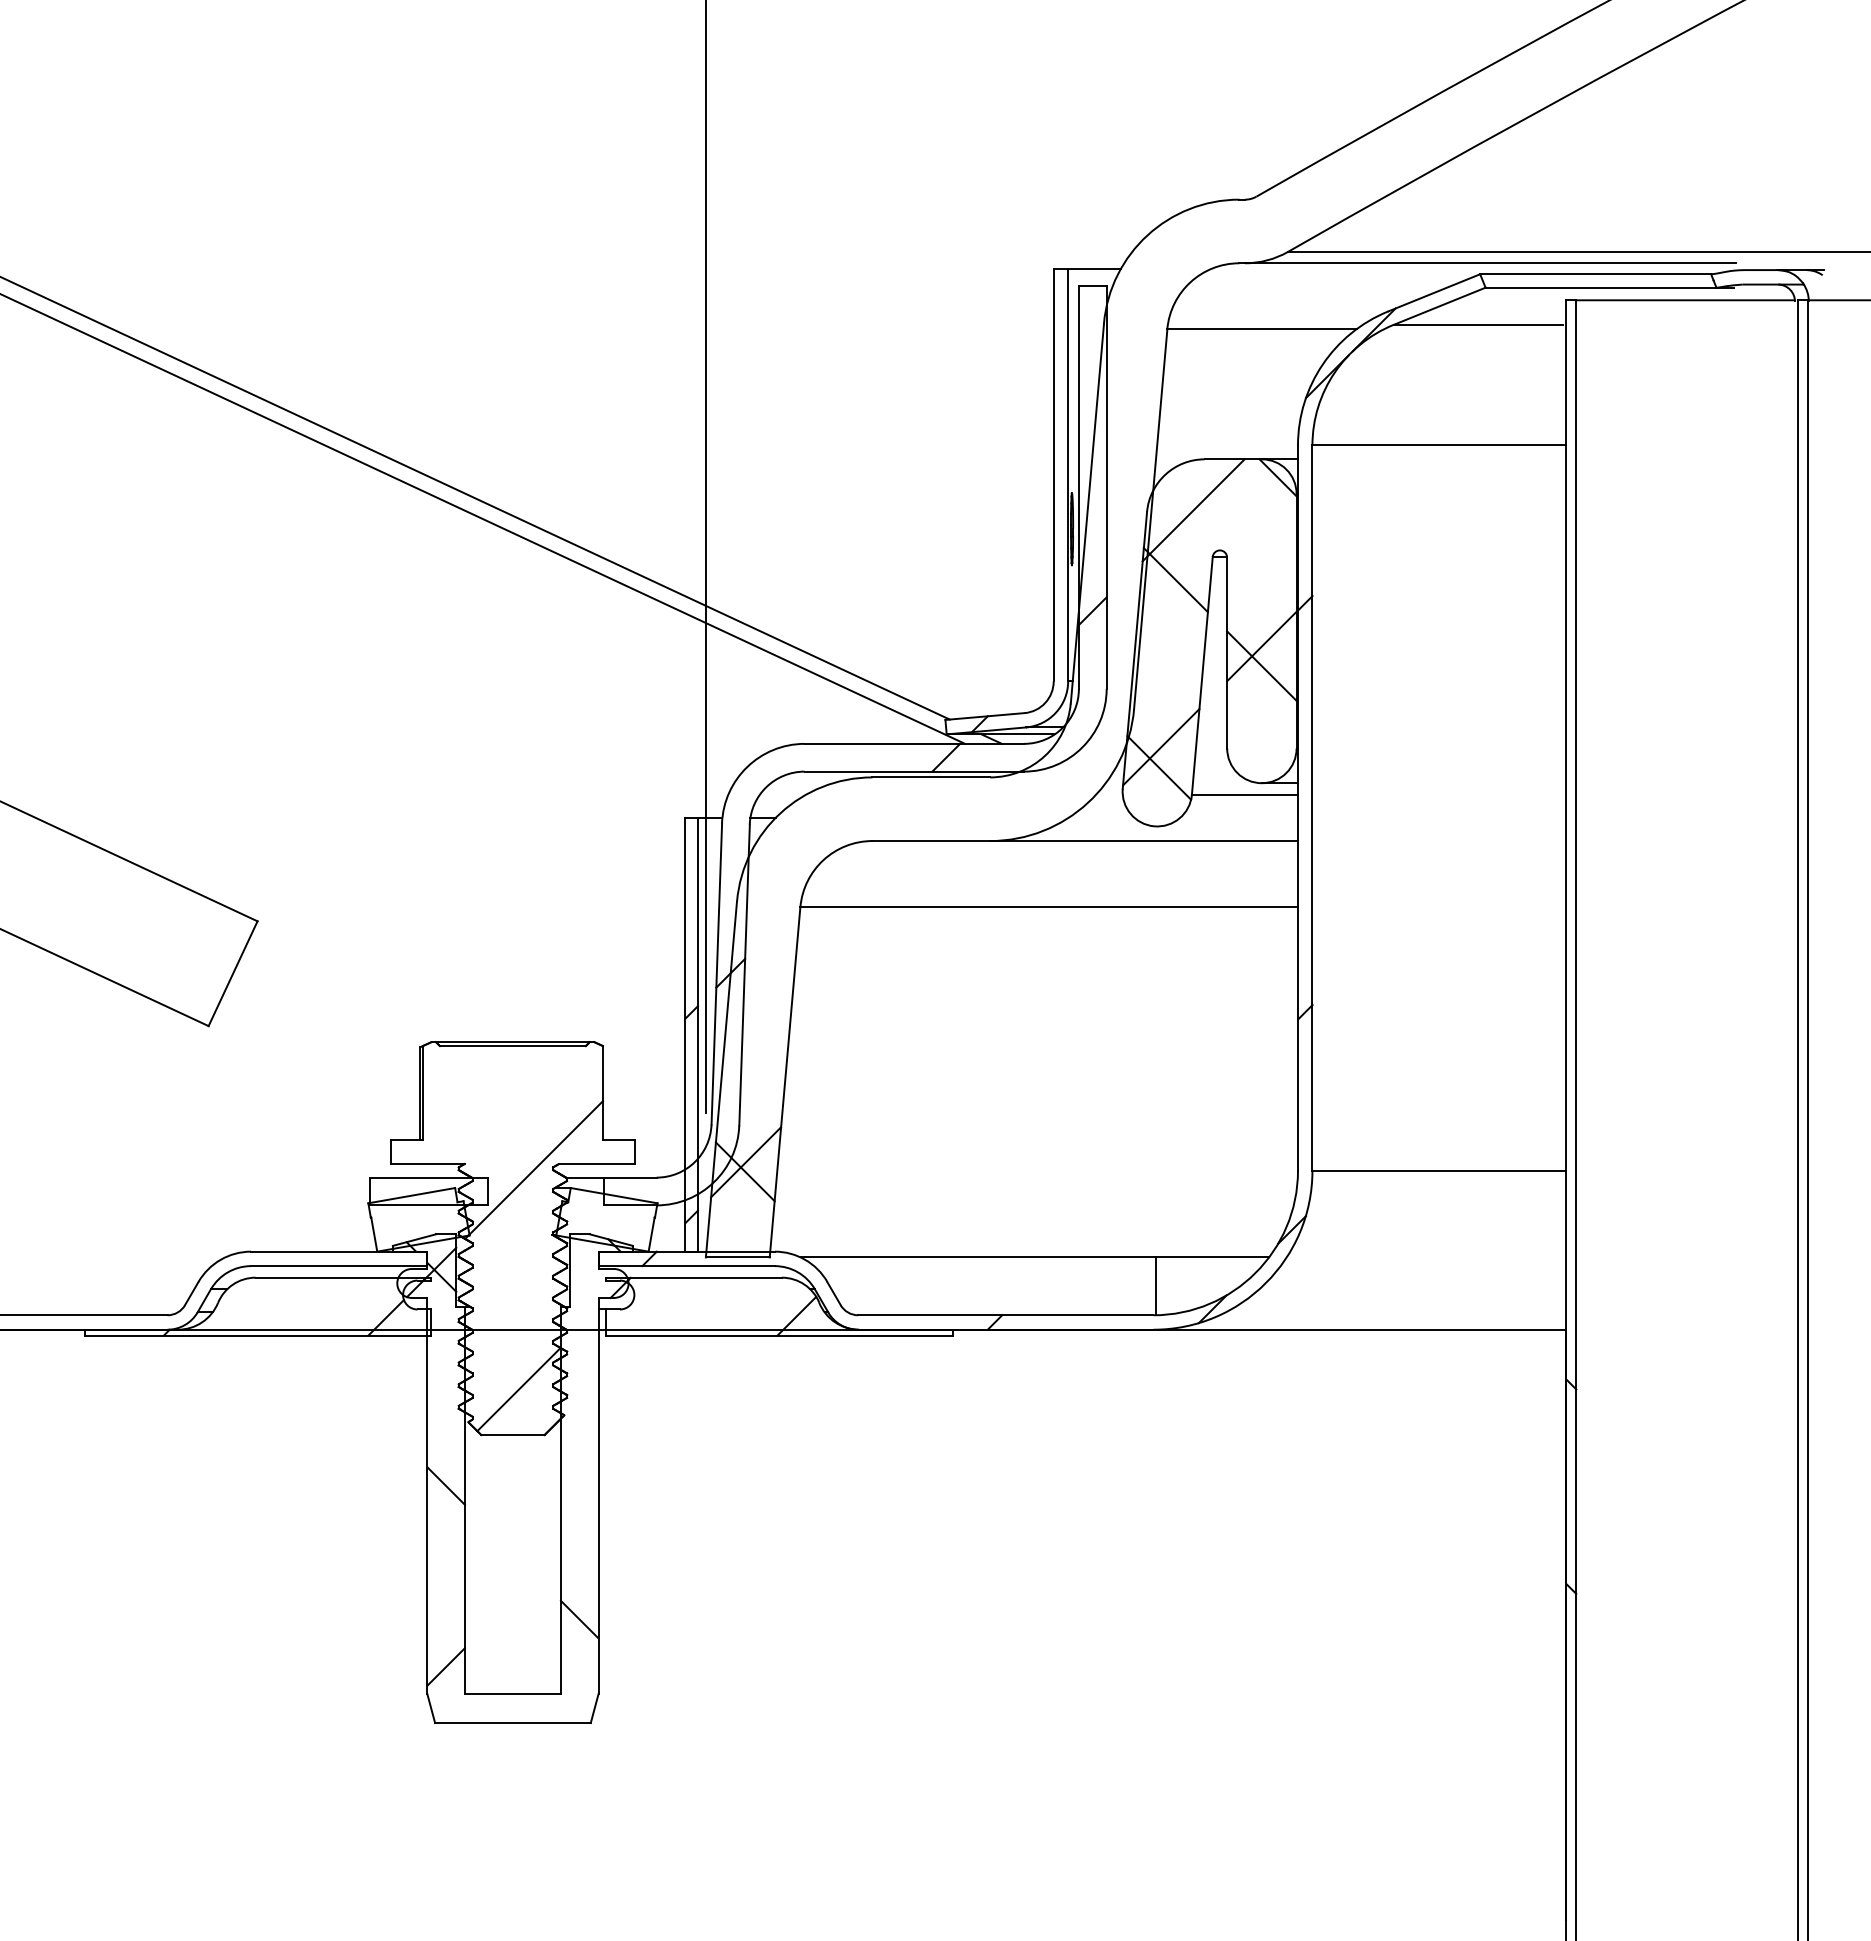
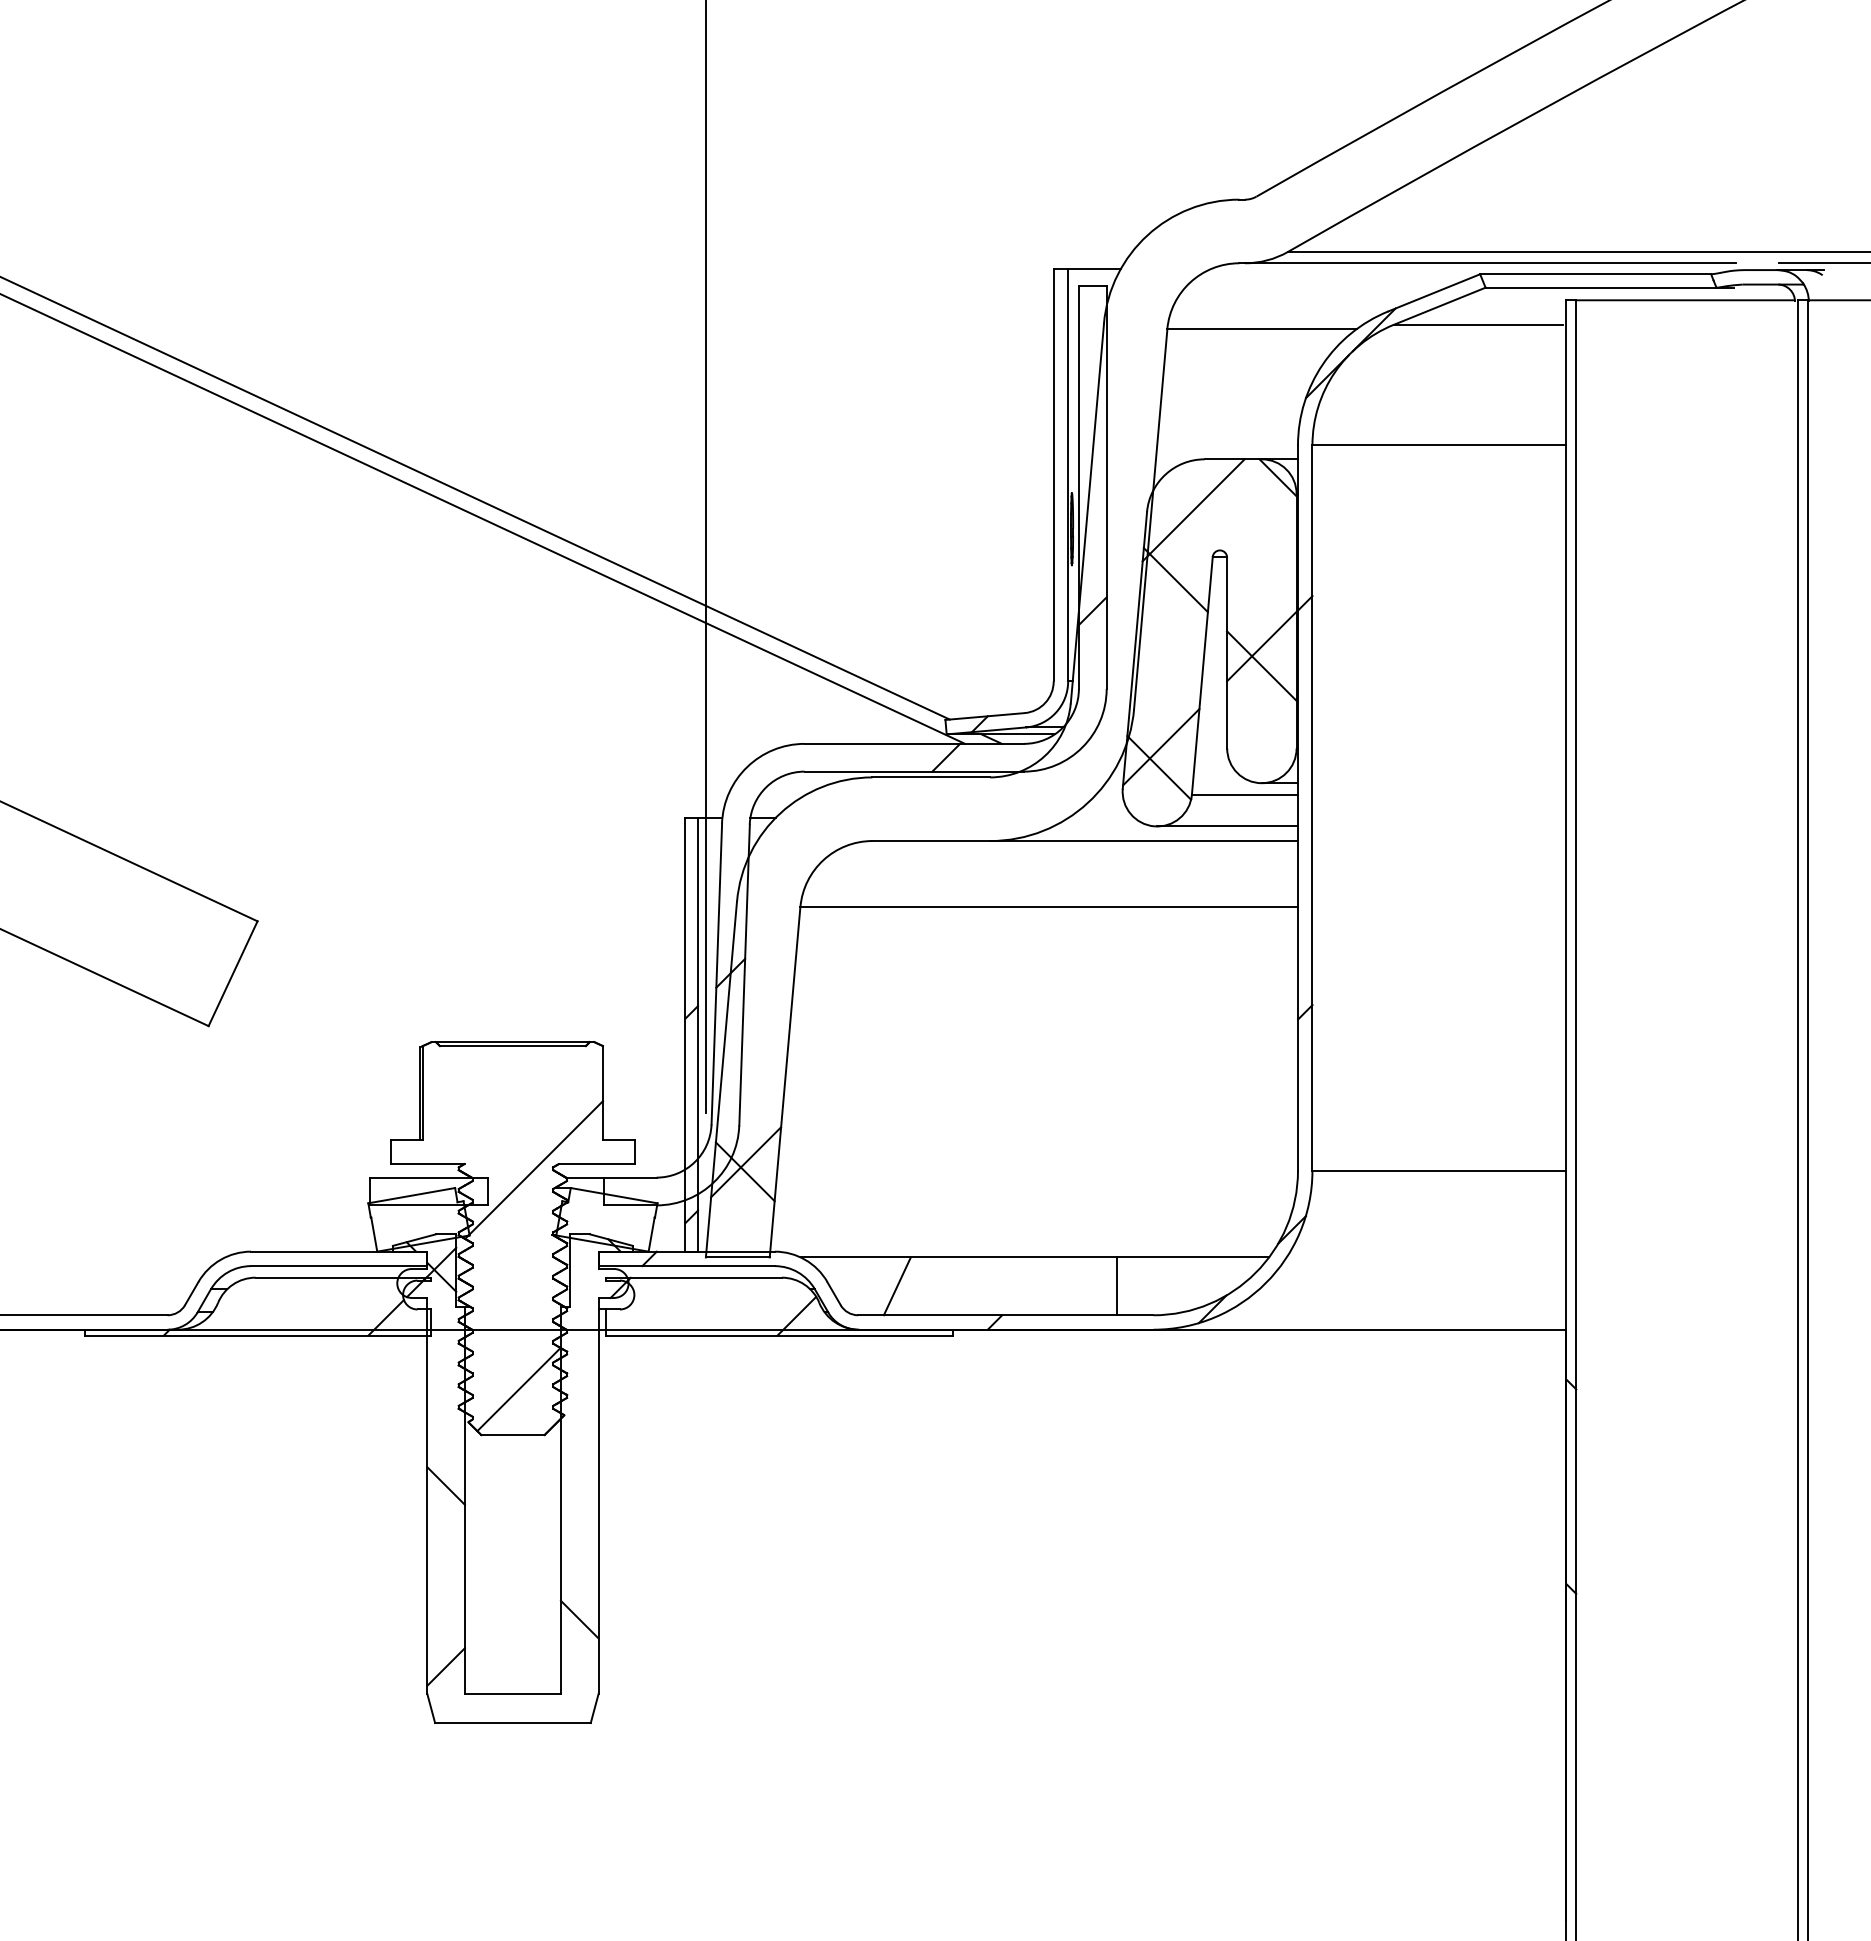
line at (1823, 263): none -> present
line at (1227, 826): none -> present
line at (896, 1286): none -> present
line at (1156, 1286) position: (1156, 1286) -> (1117, 1286)
